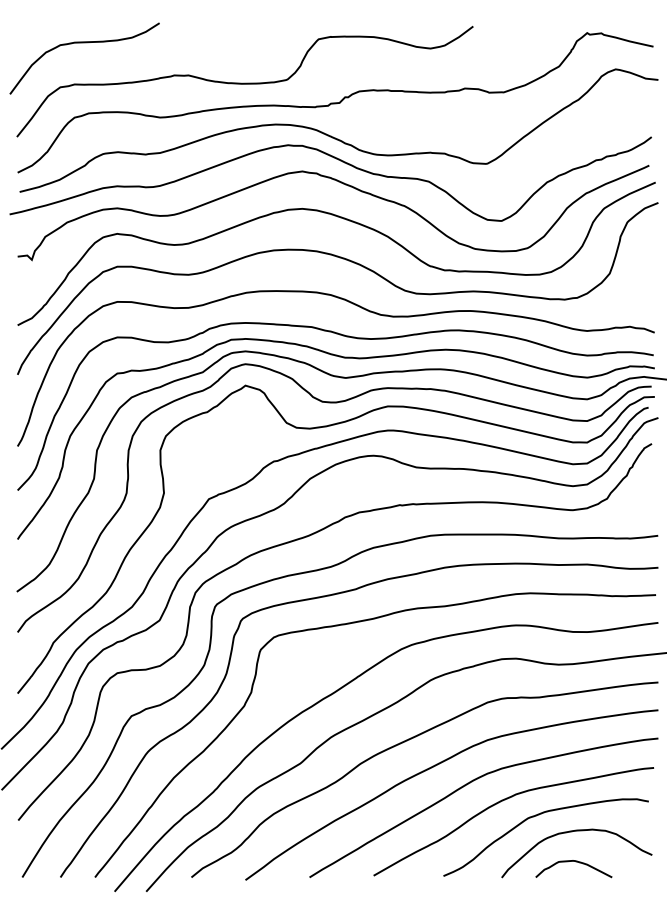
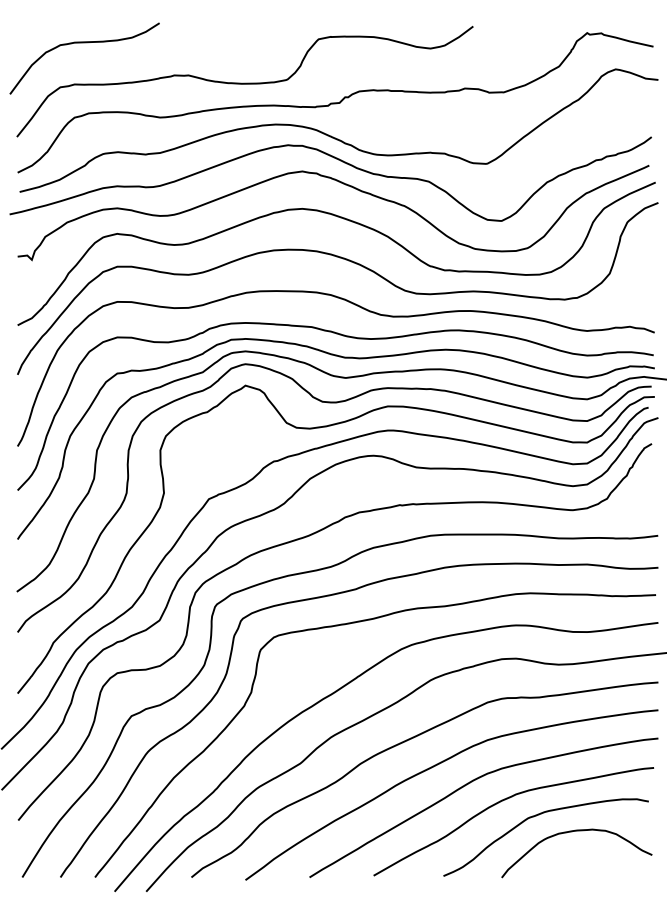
curve at (575, 862): present -> none
